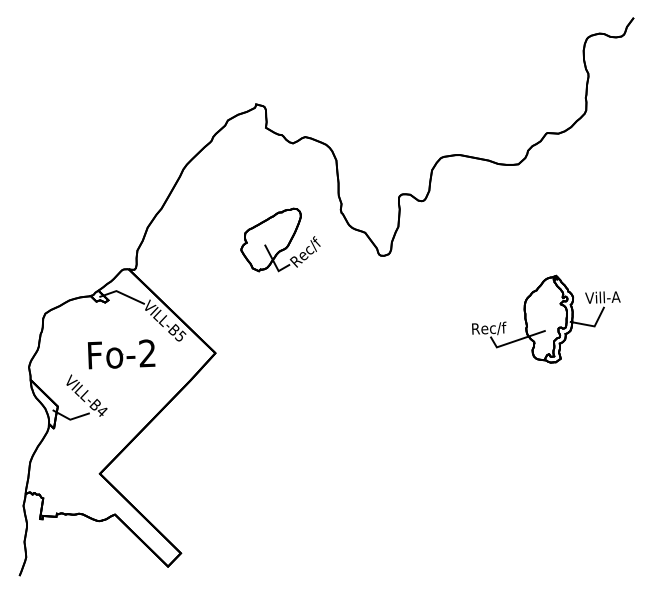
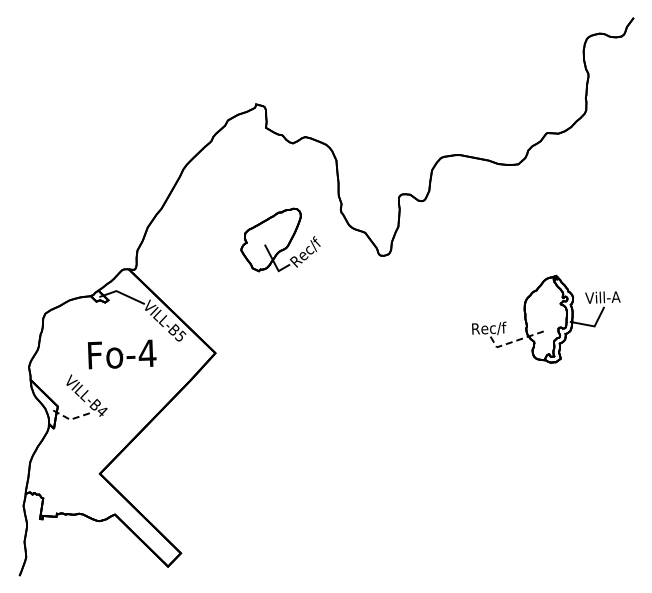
line at (514, 341): solid -> dashed
text at (147, 353): Fo-2 -> Fo-4
line at (70, 419): solid -> dashed
